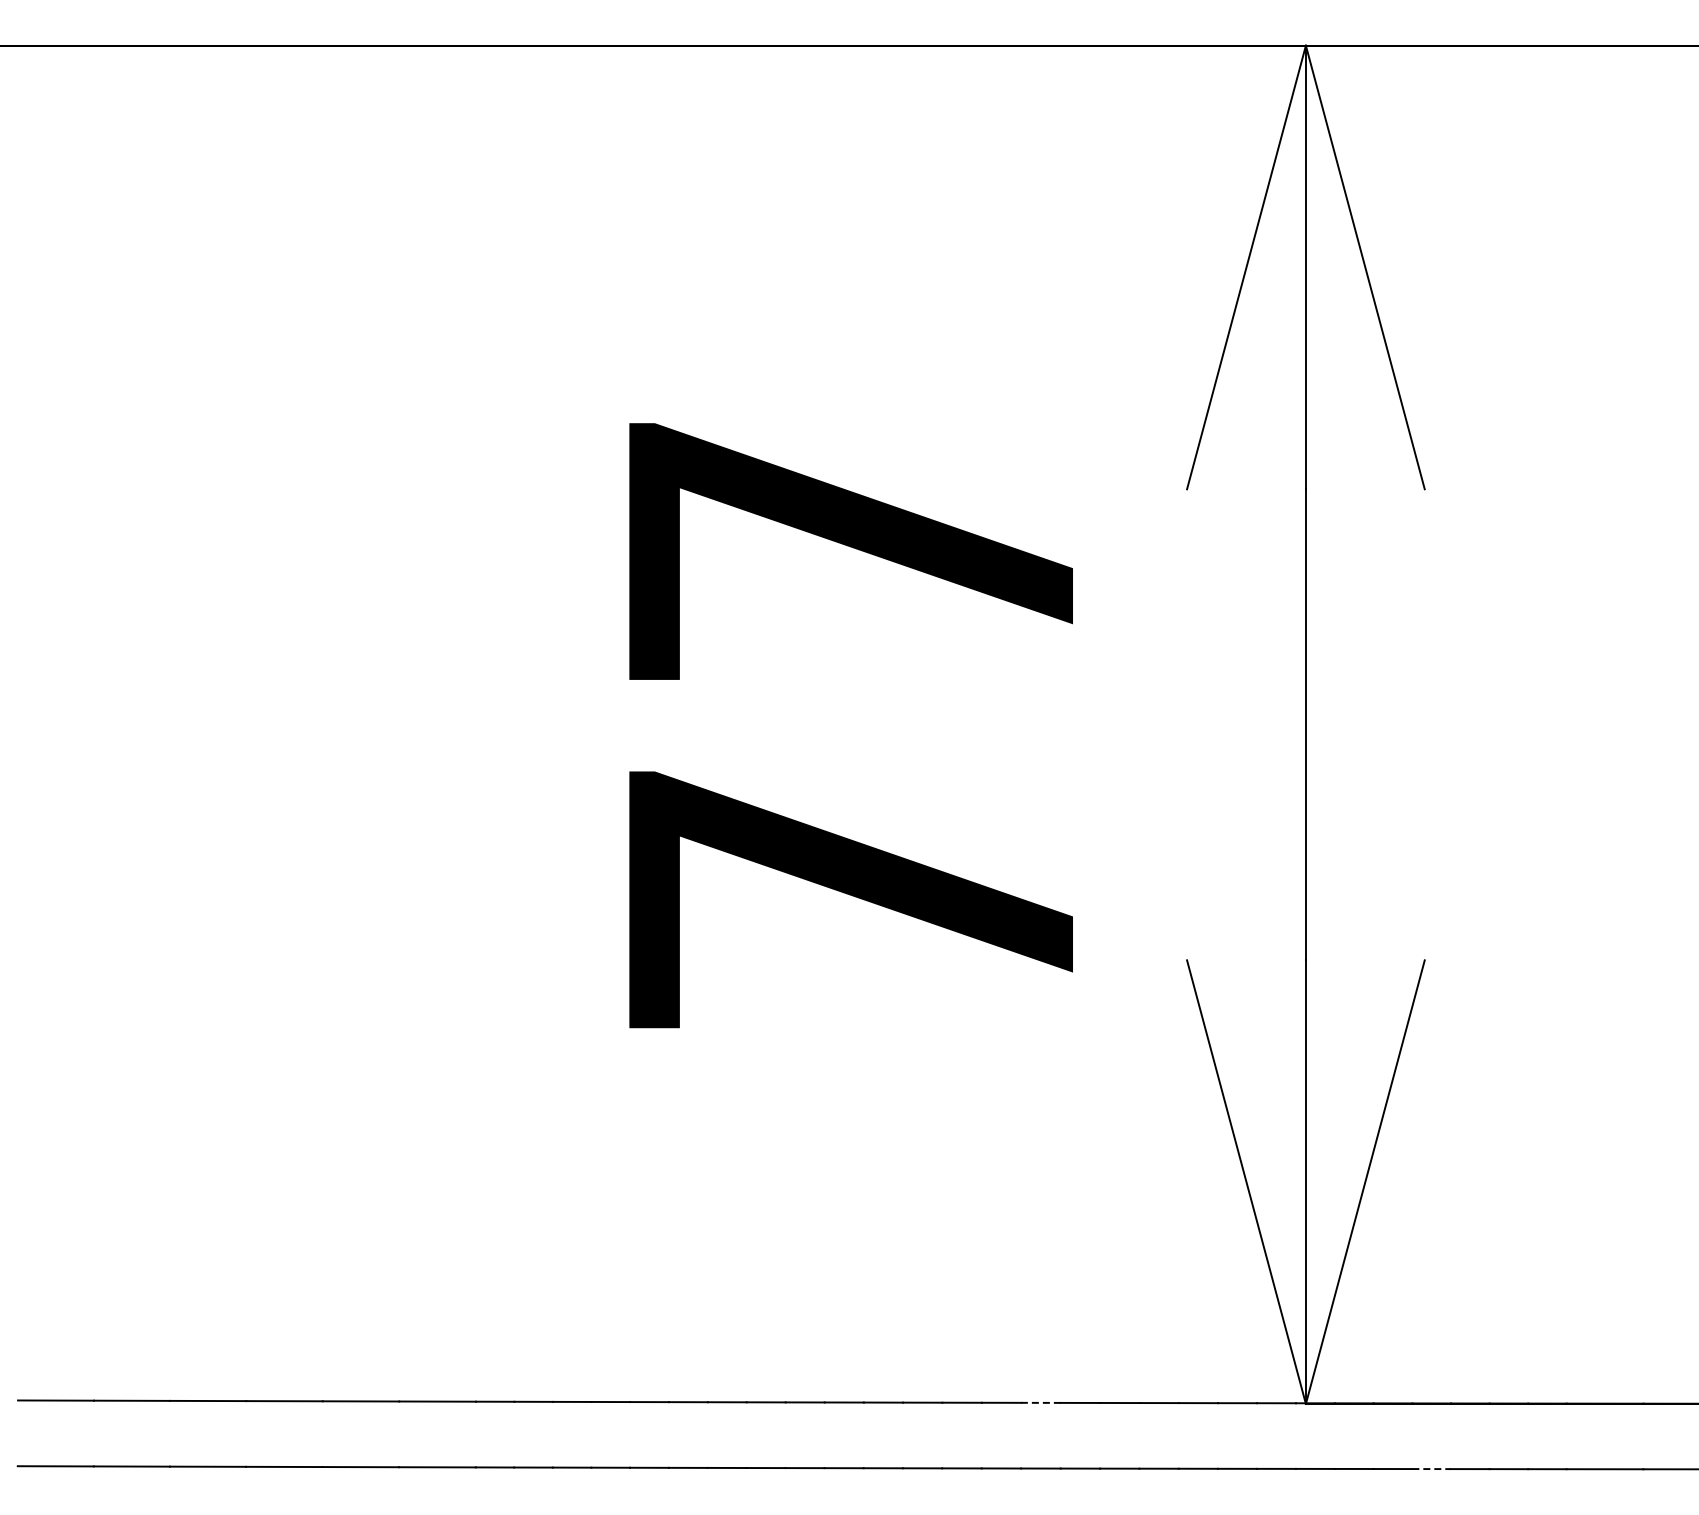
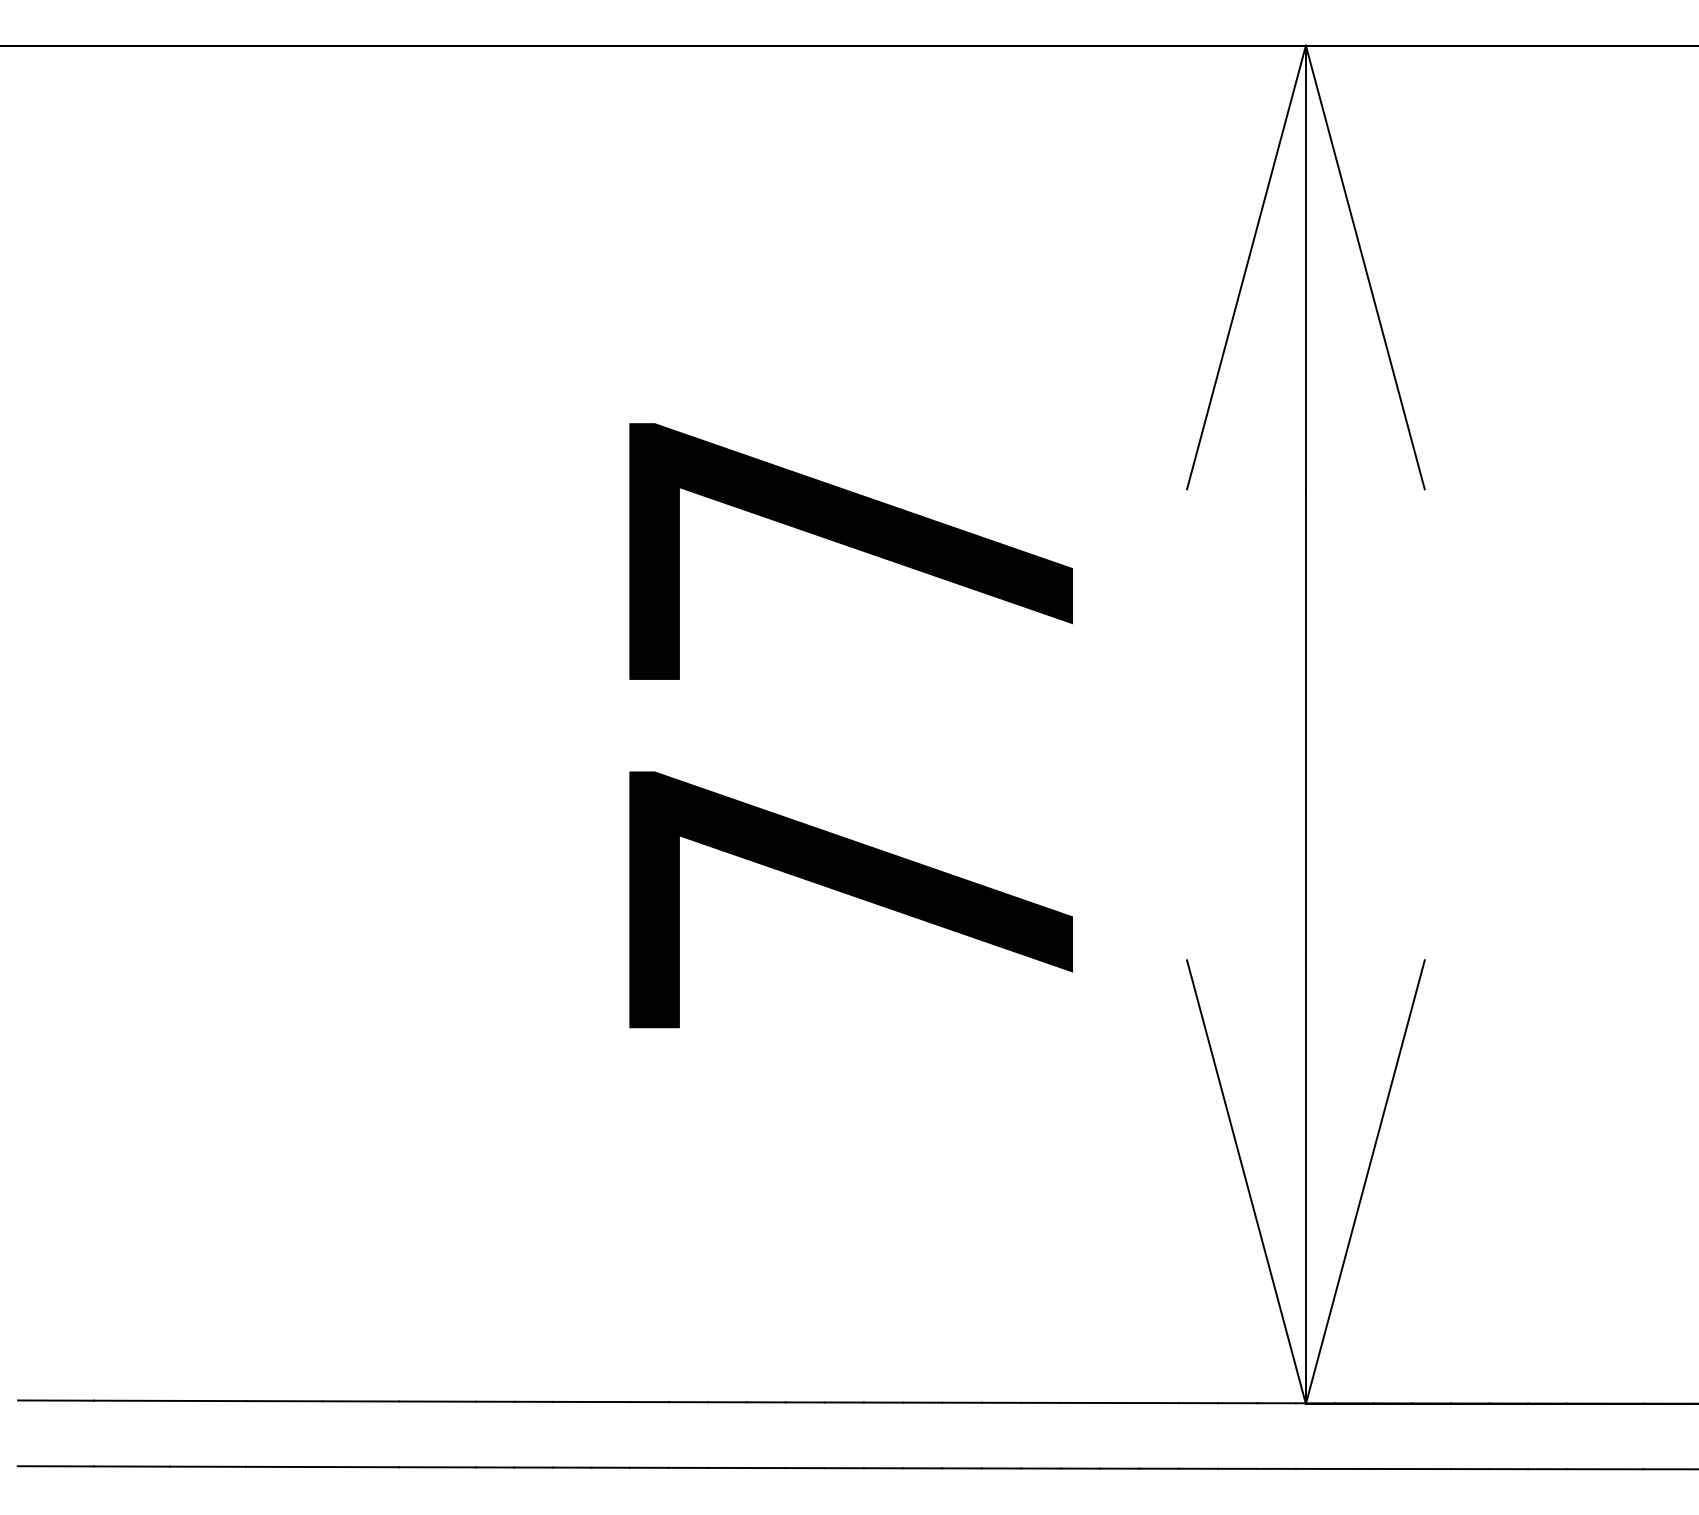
line at (1041, 1402): dashed -> solid
line at (1432, 1469): dashed -> solid
